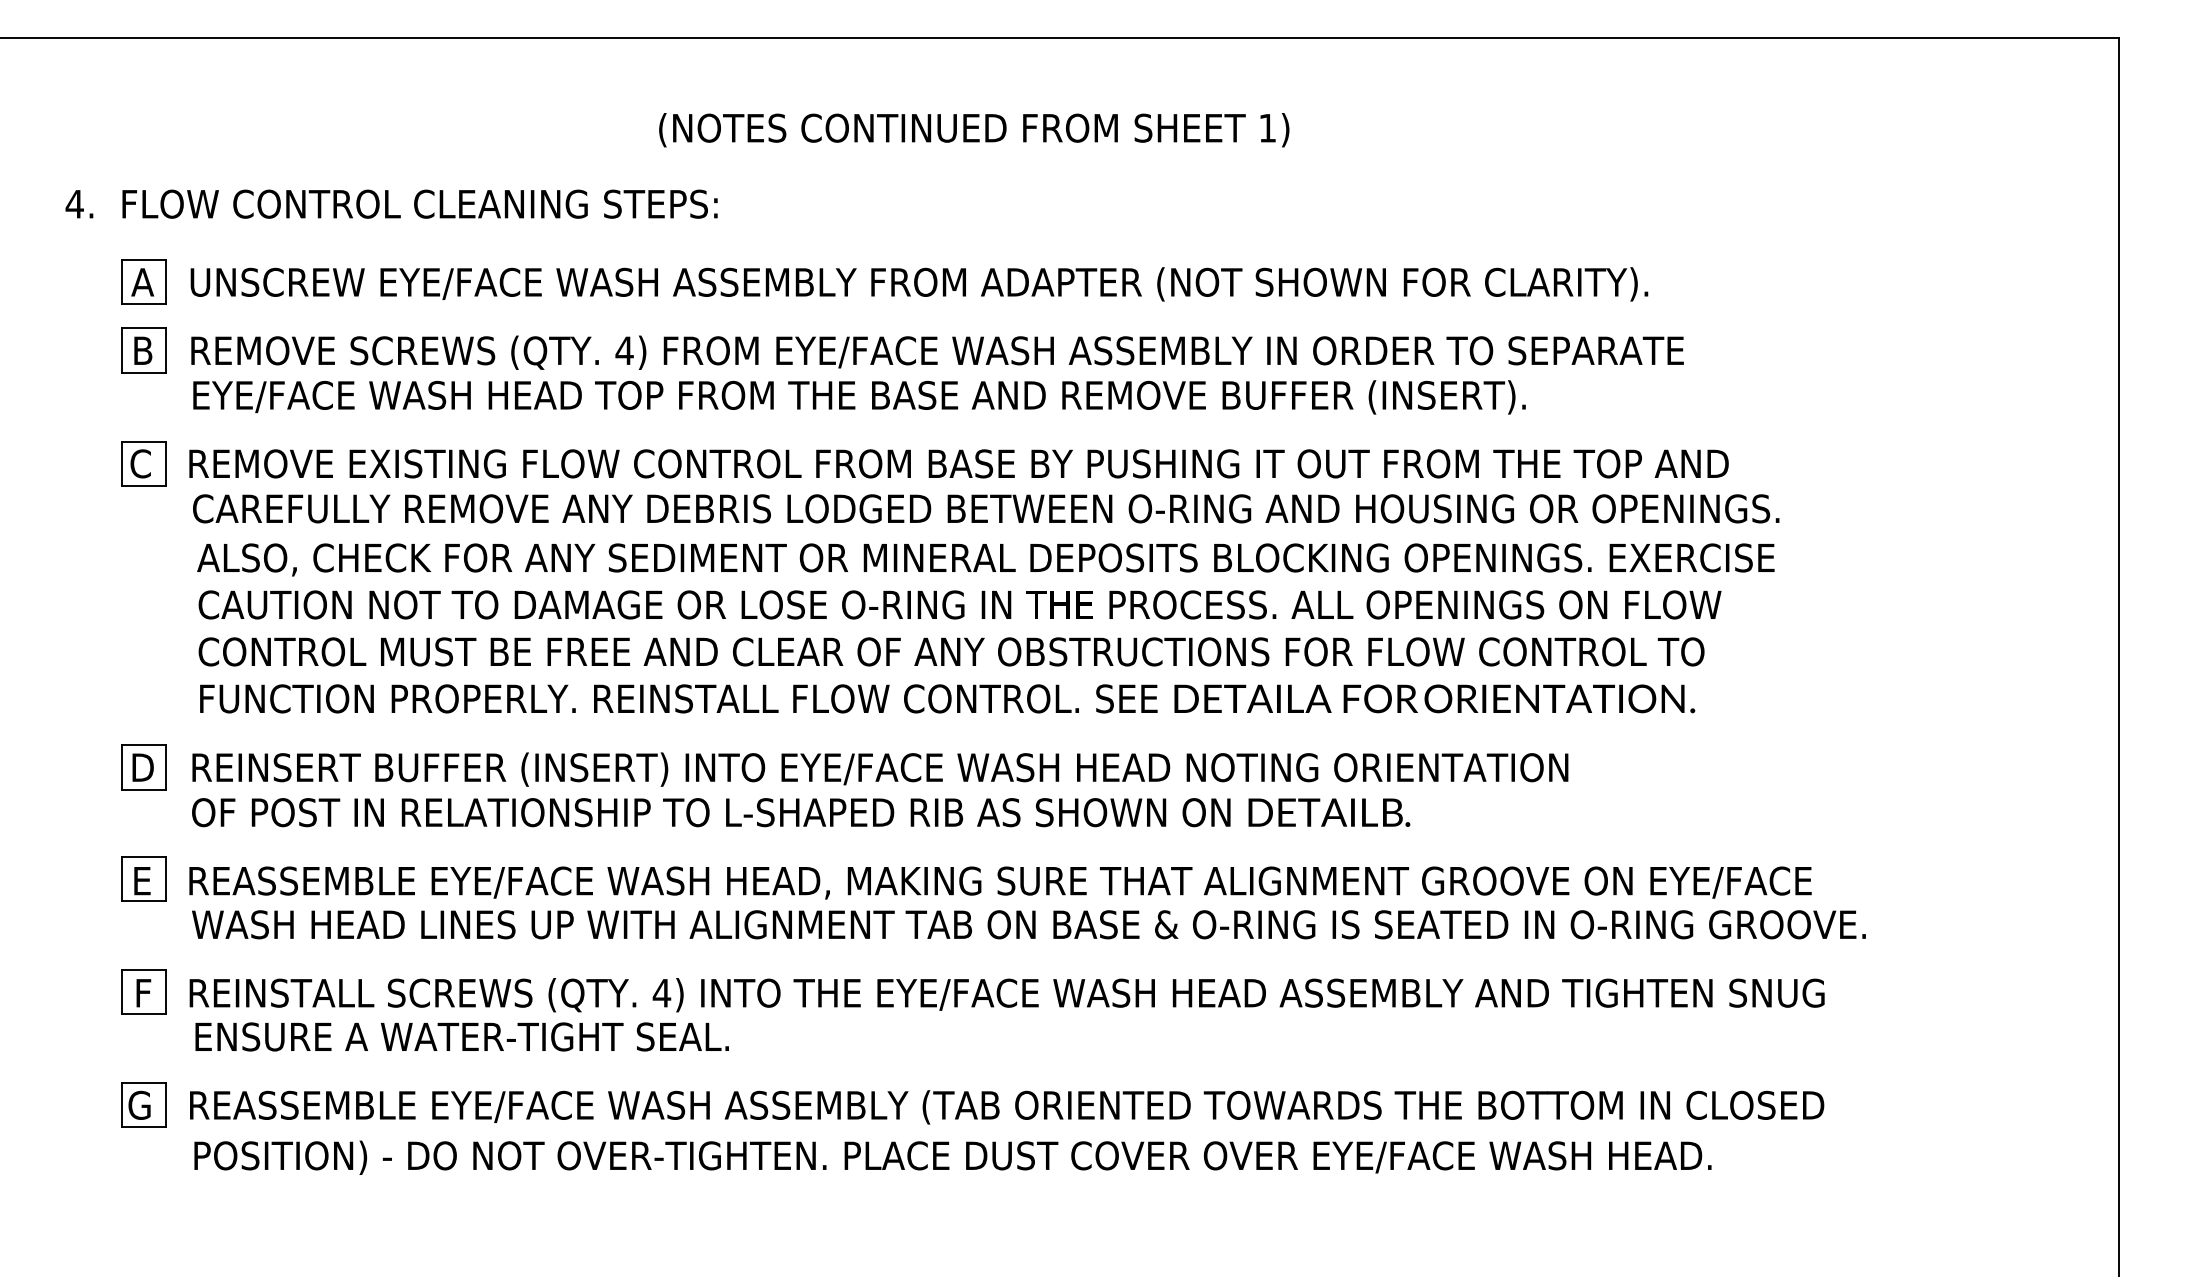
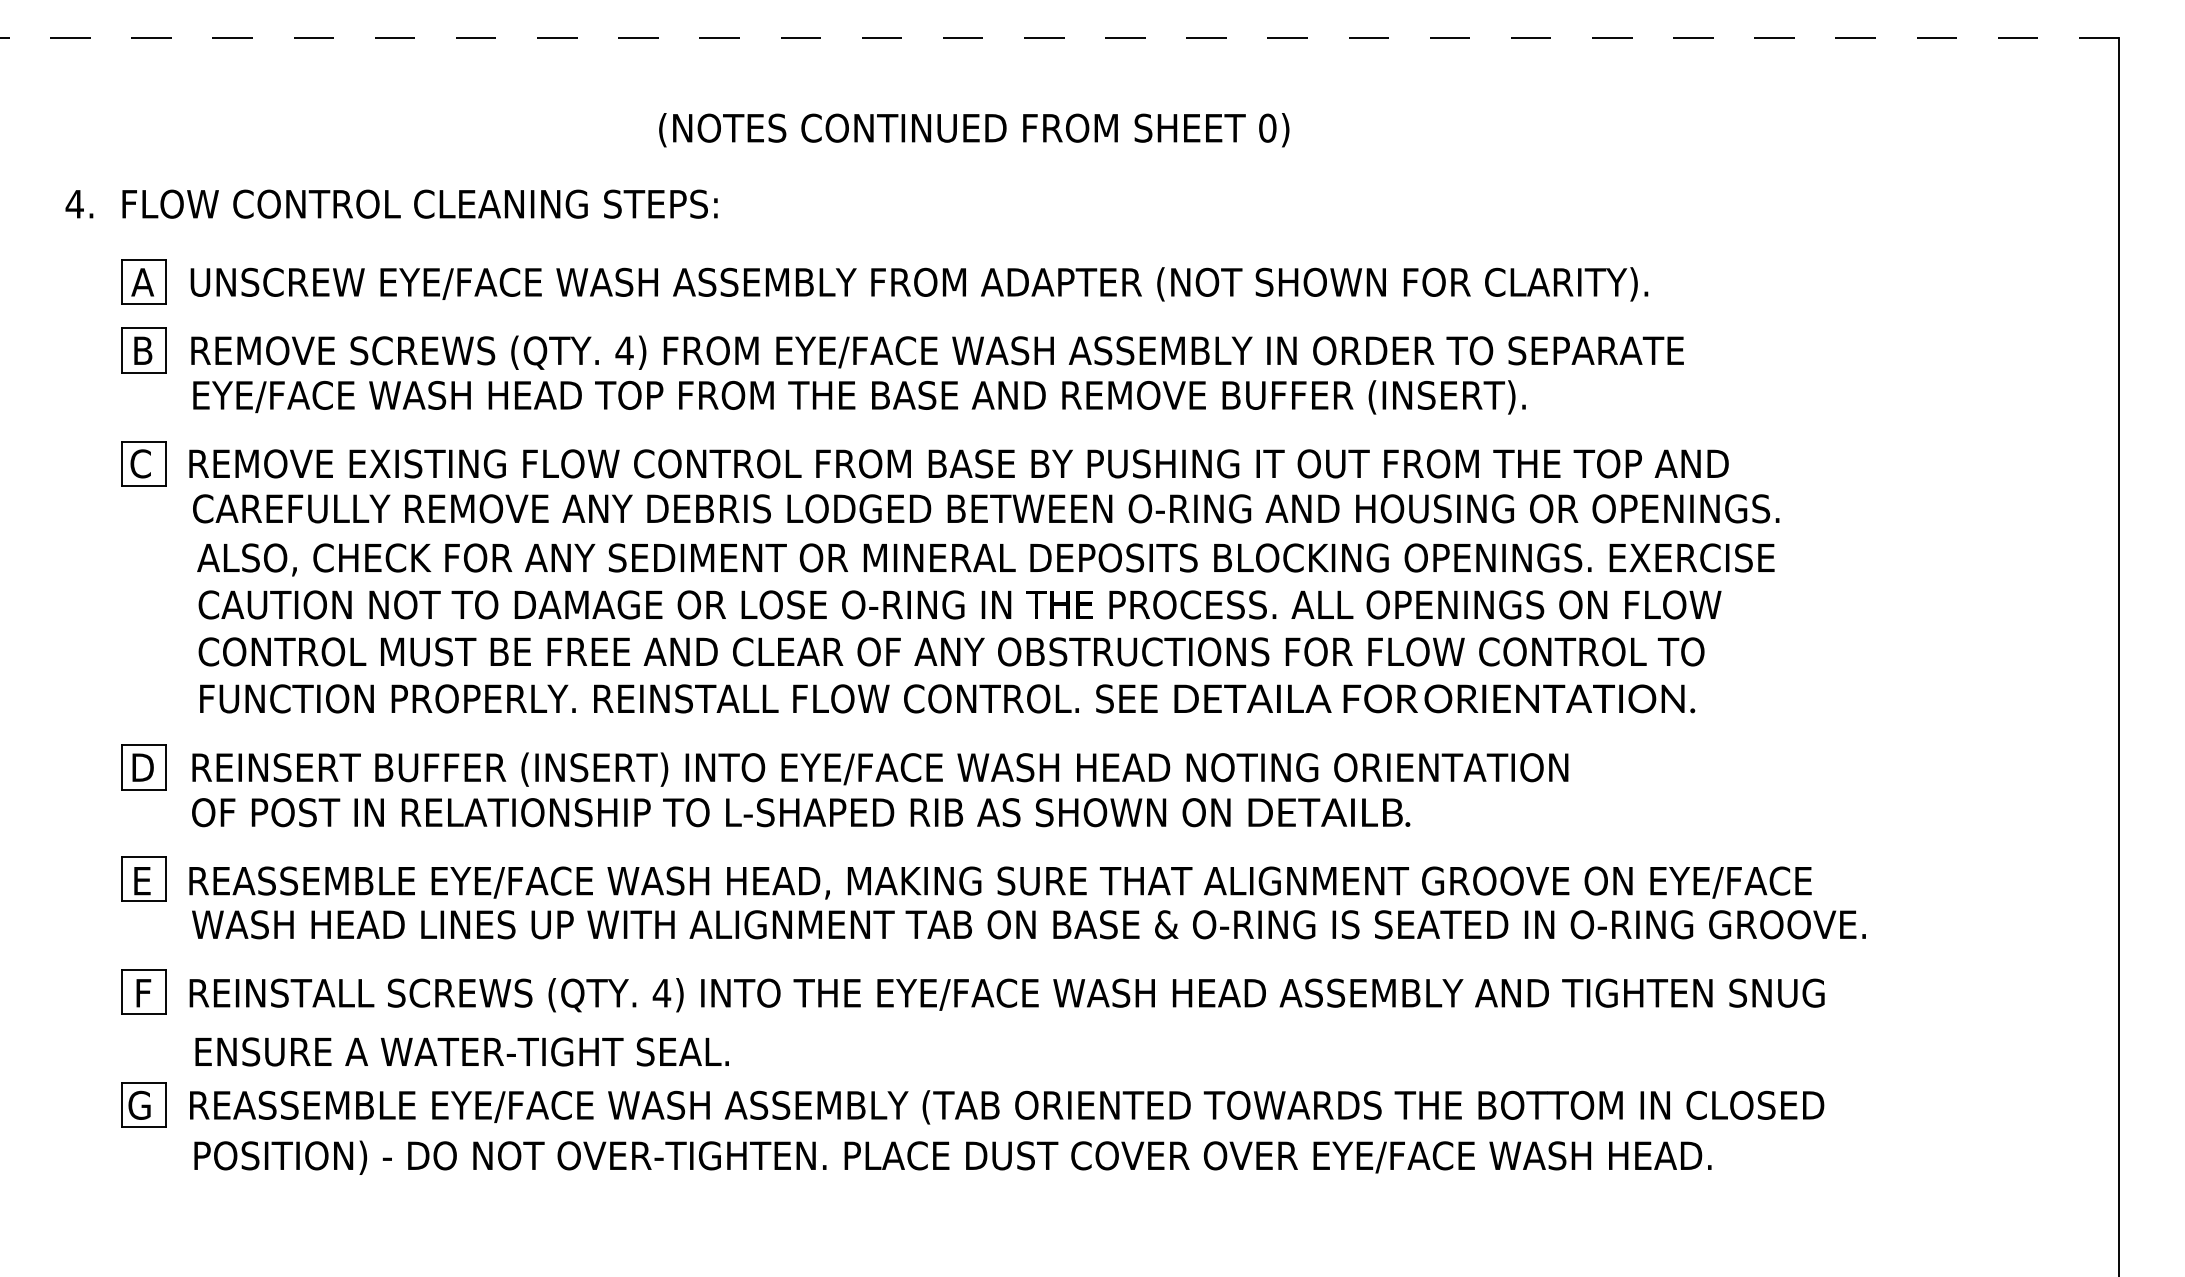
line at (1060, 38): solid -> dashed
text at (1267, 127): 1) -> 0)
text at (461, 1036) position: (461, 1036) -> (461, 1051)
